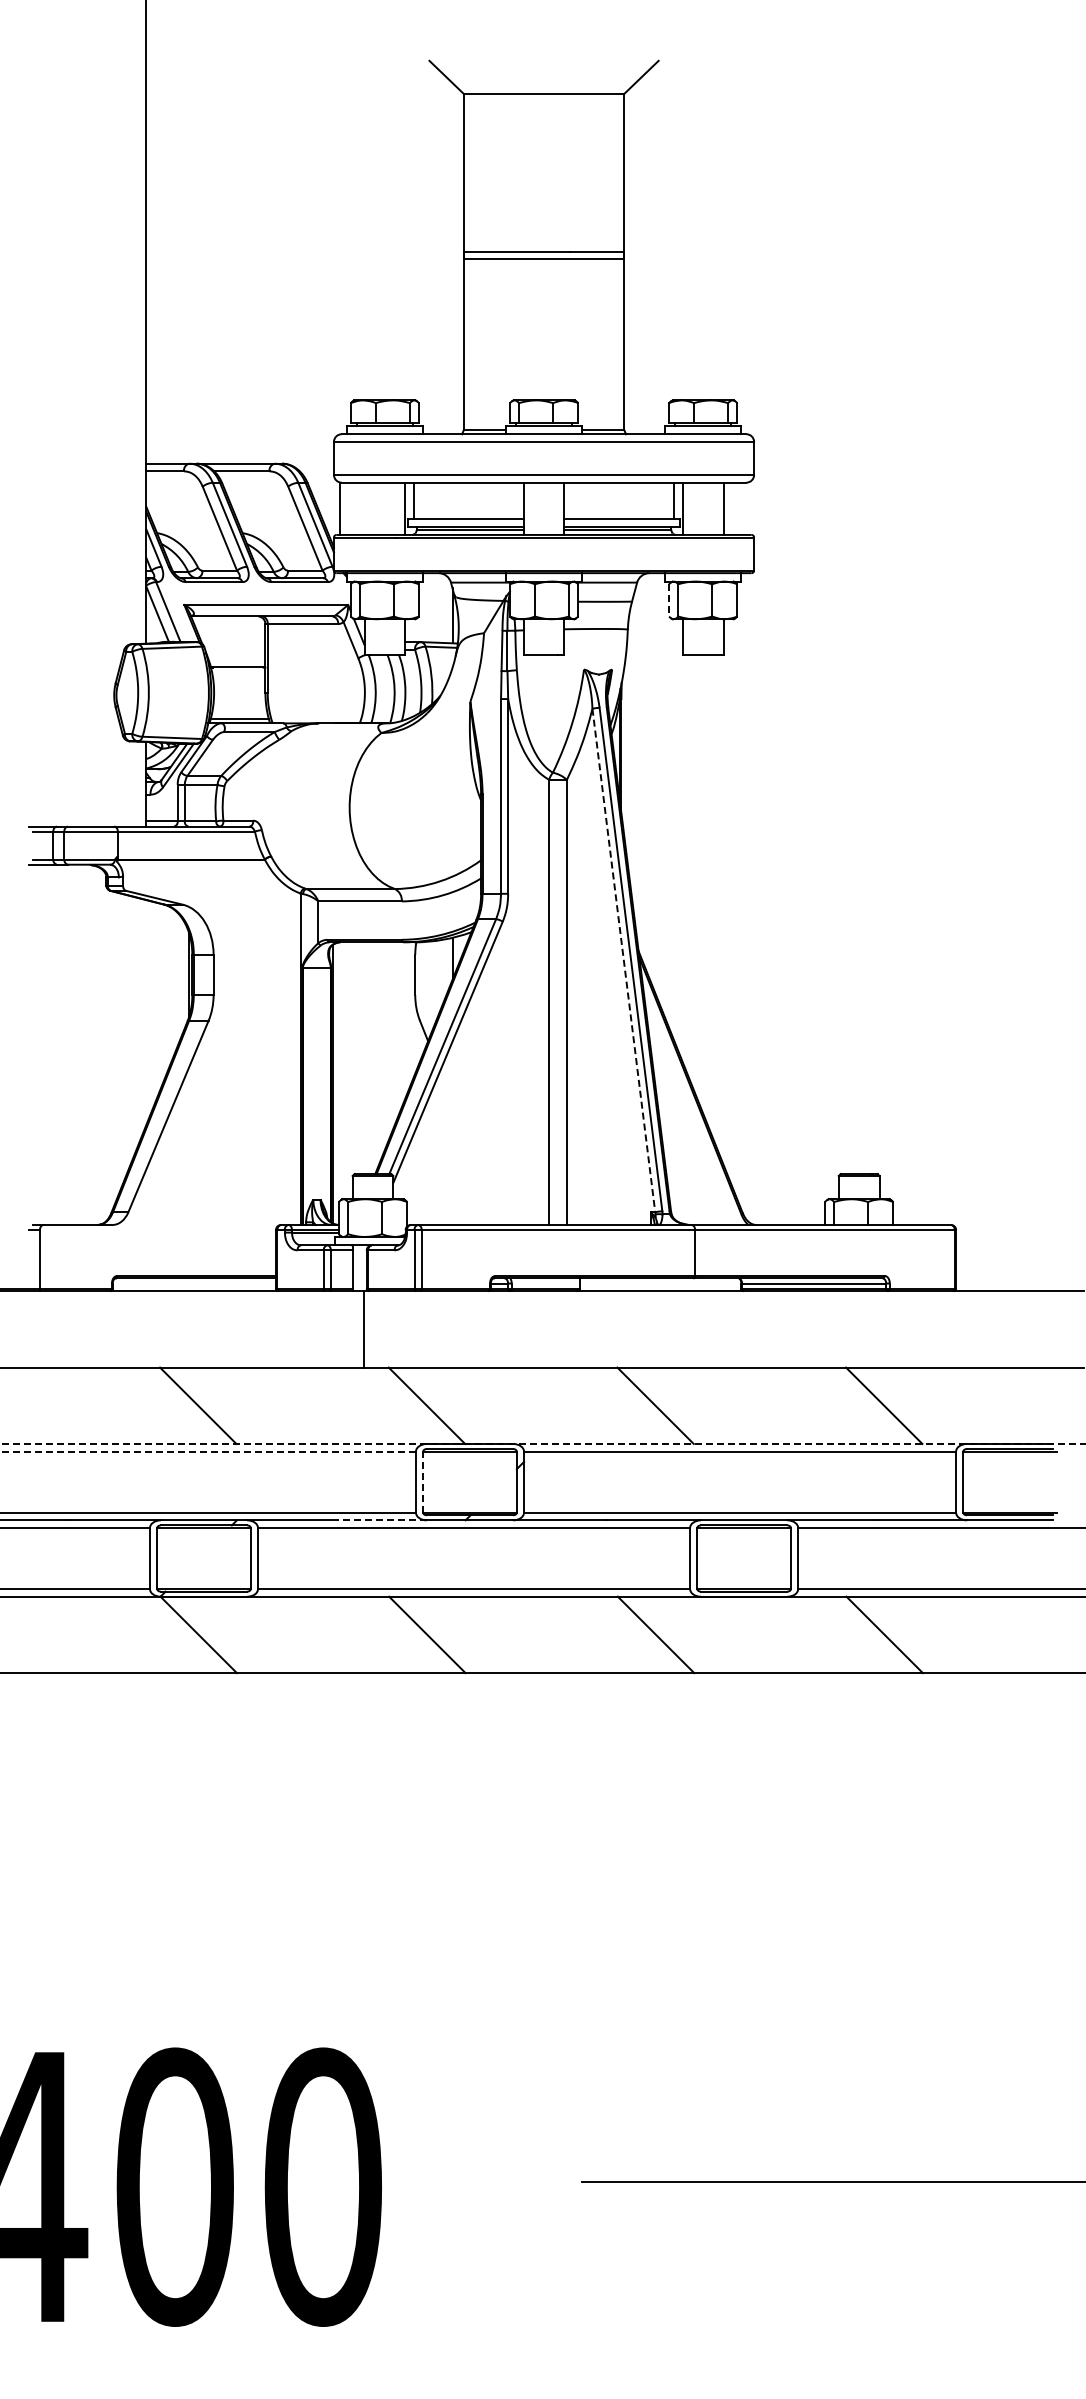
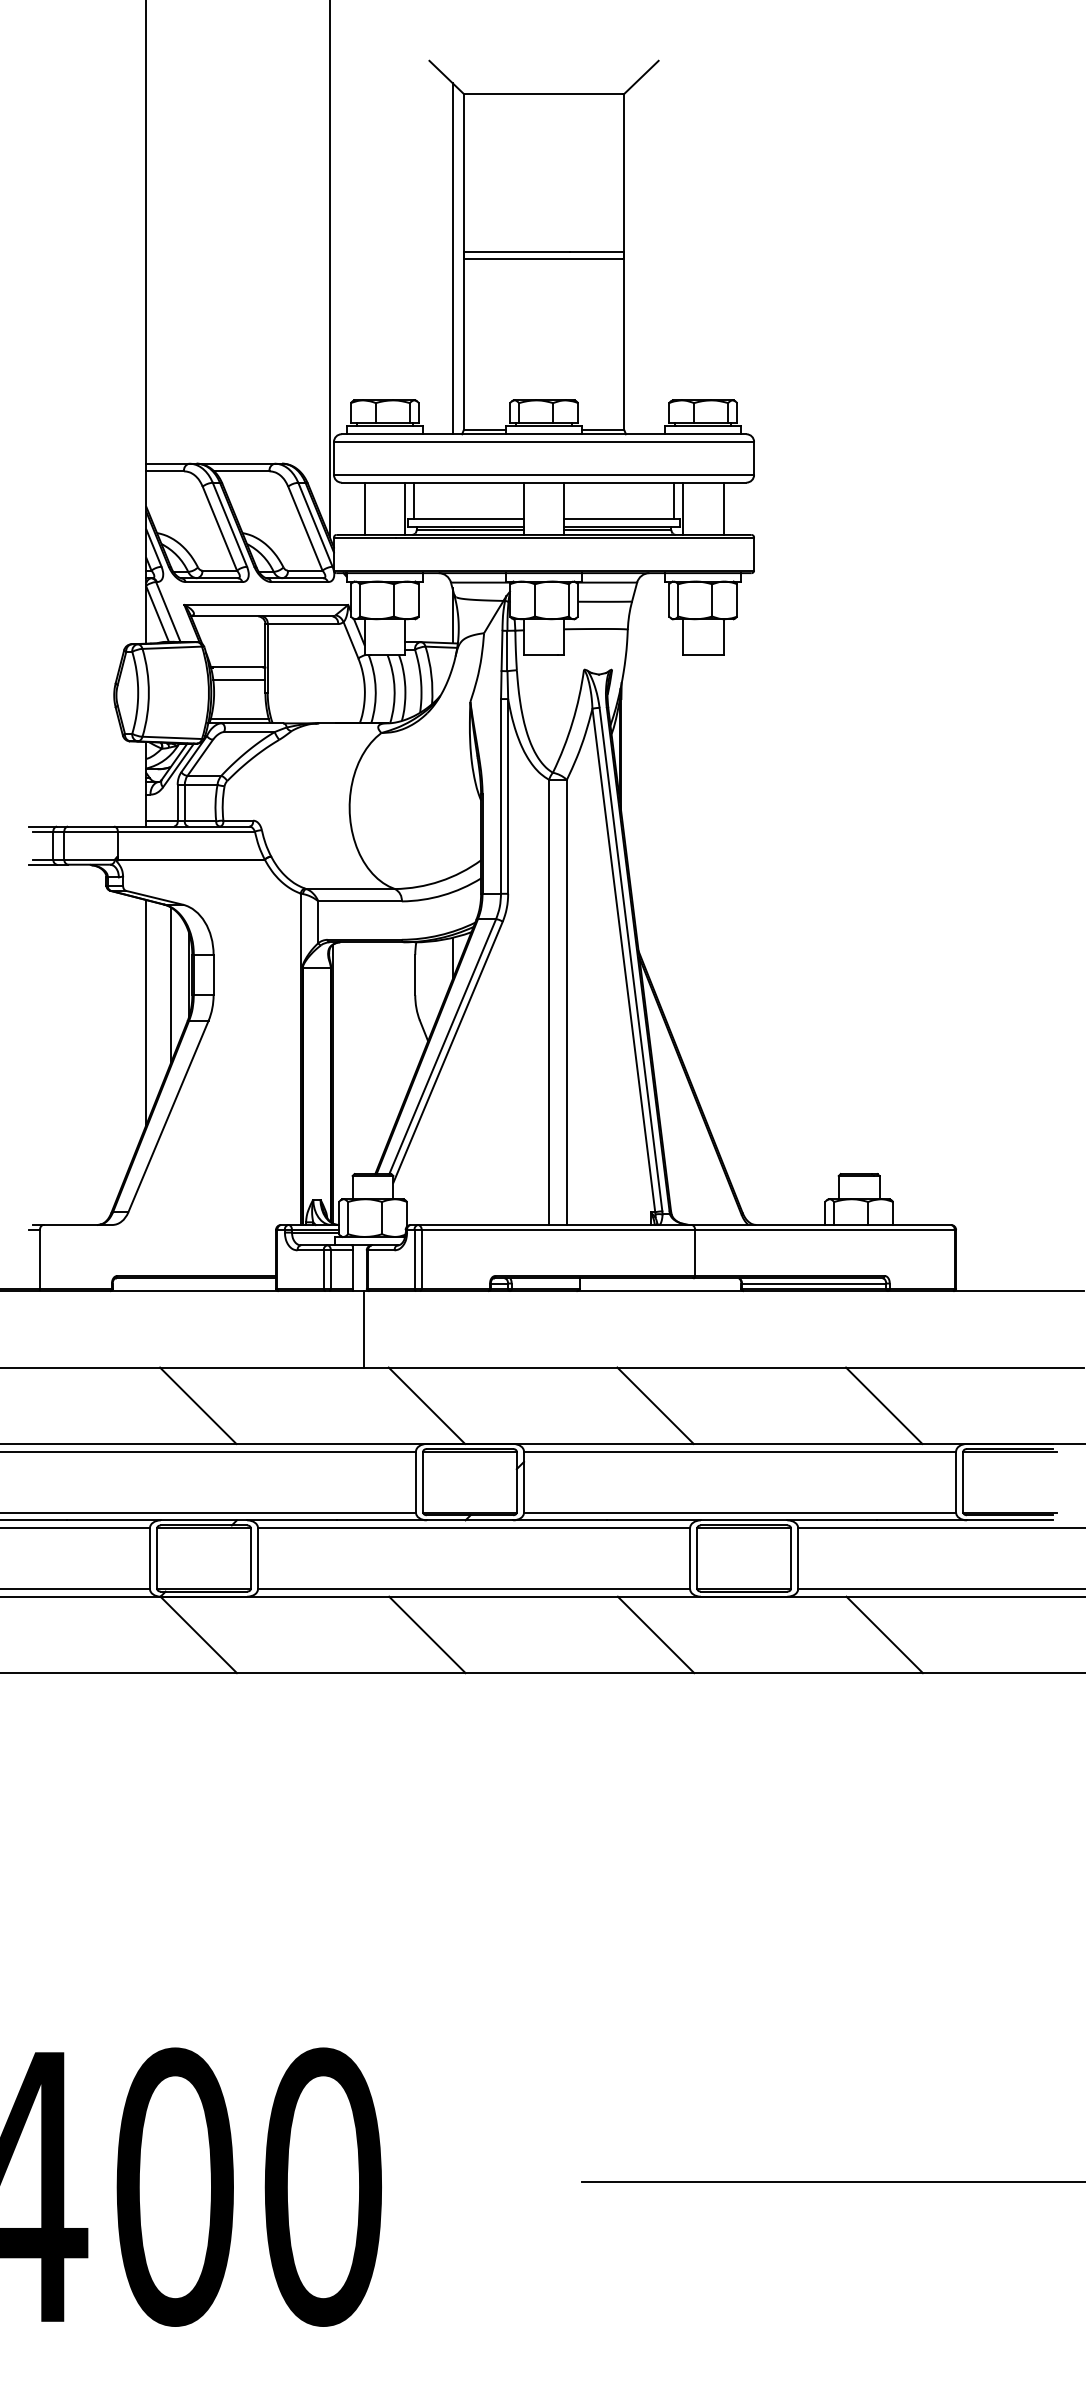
line at (452, 258): none -> present
line at (329, 269): none -> present
line at (339, 508) position: (339, 508) -> (364, 508)
line at (669, 600): dashed -> solid
line at (239, 680): none -> present
line at (623, 960): dashed -> solid
line at (171, 984): none -> present
line at (146, 1012): none -> present
line at (542, 1443): dashed -> solid
line at (208, 1451): dashed -> solid
line at (423, 1482): dashed -> solid
line at (381, 1520): dashed -> solid
